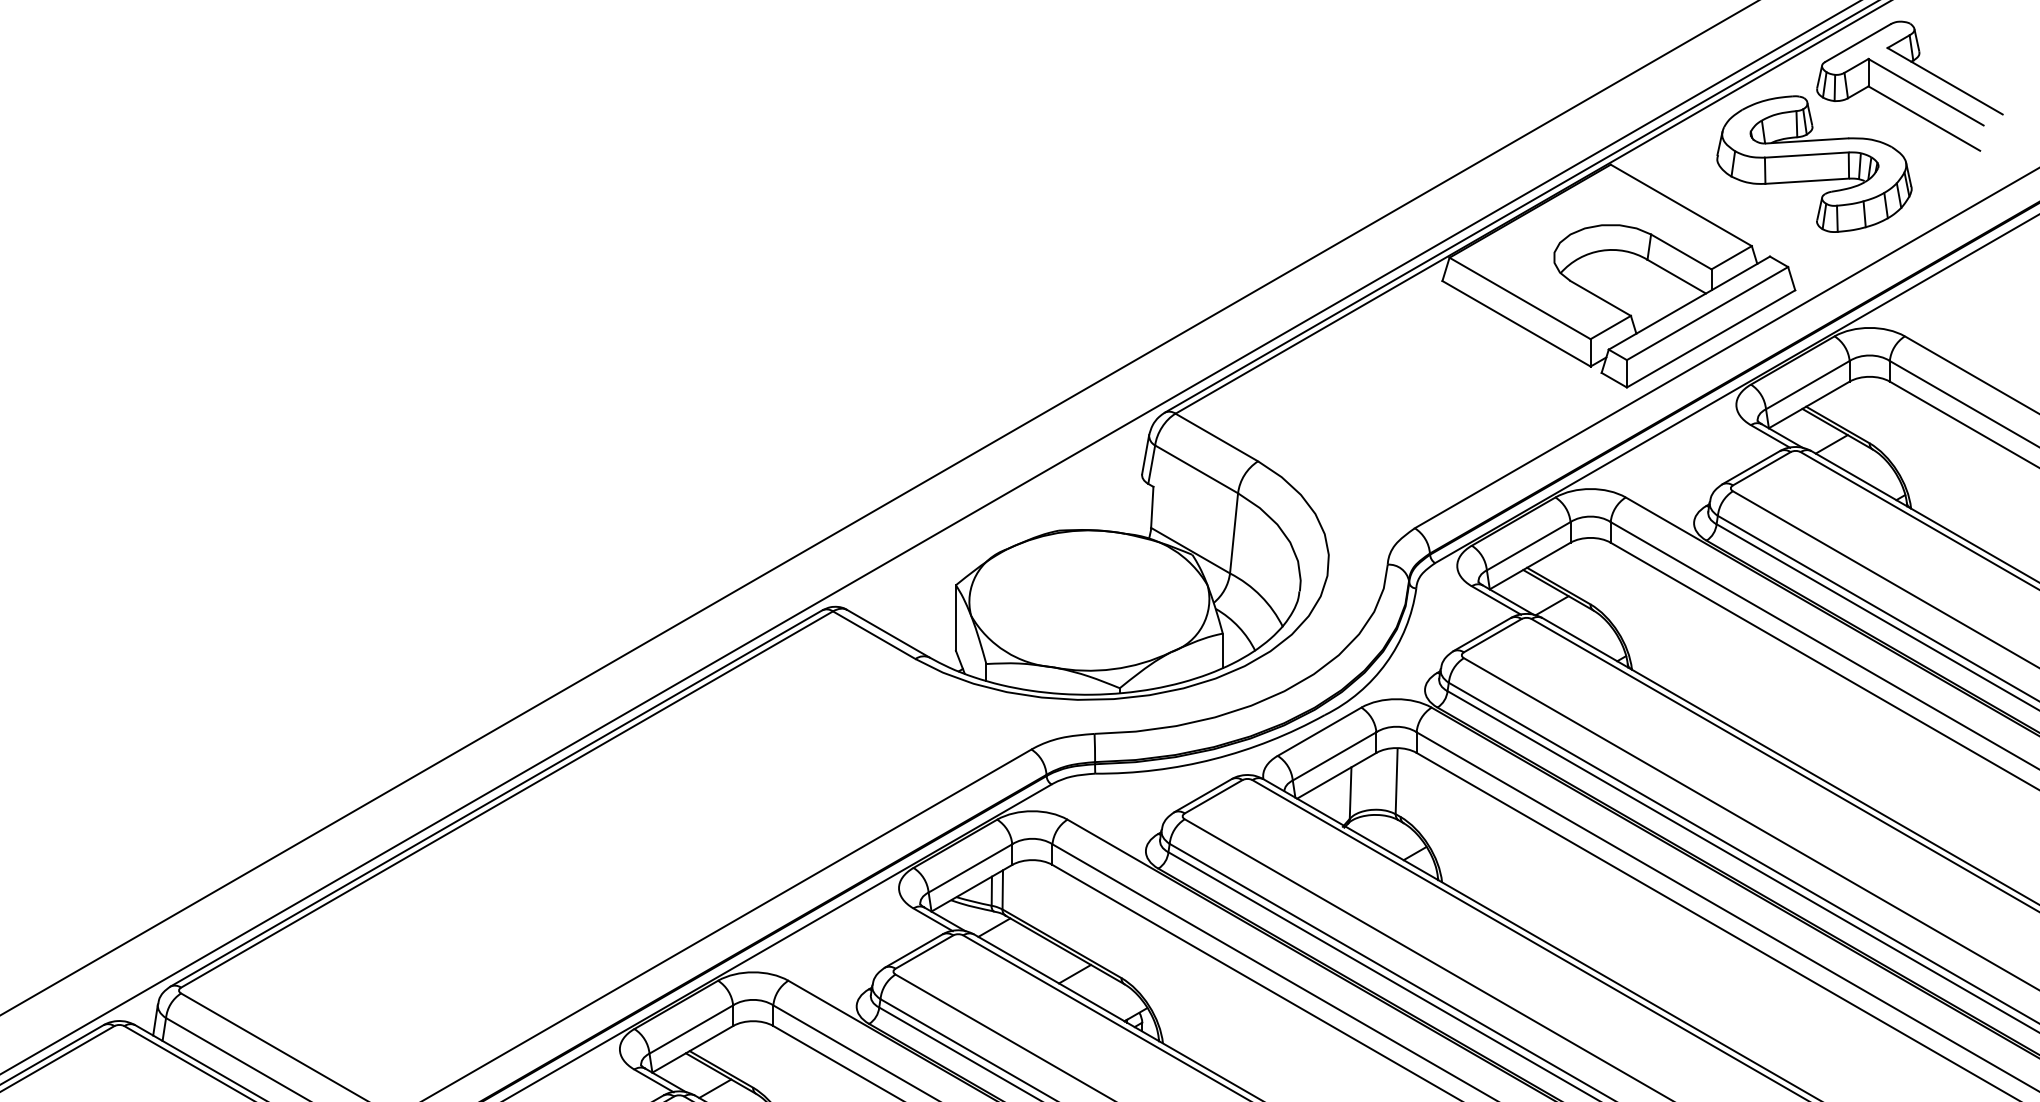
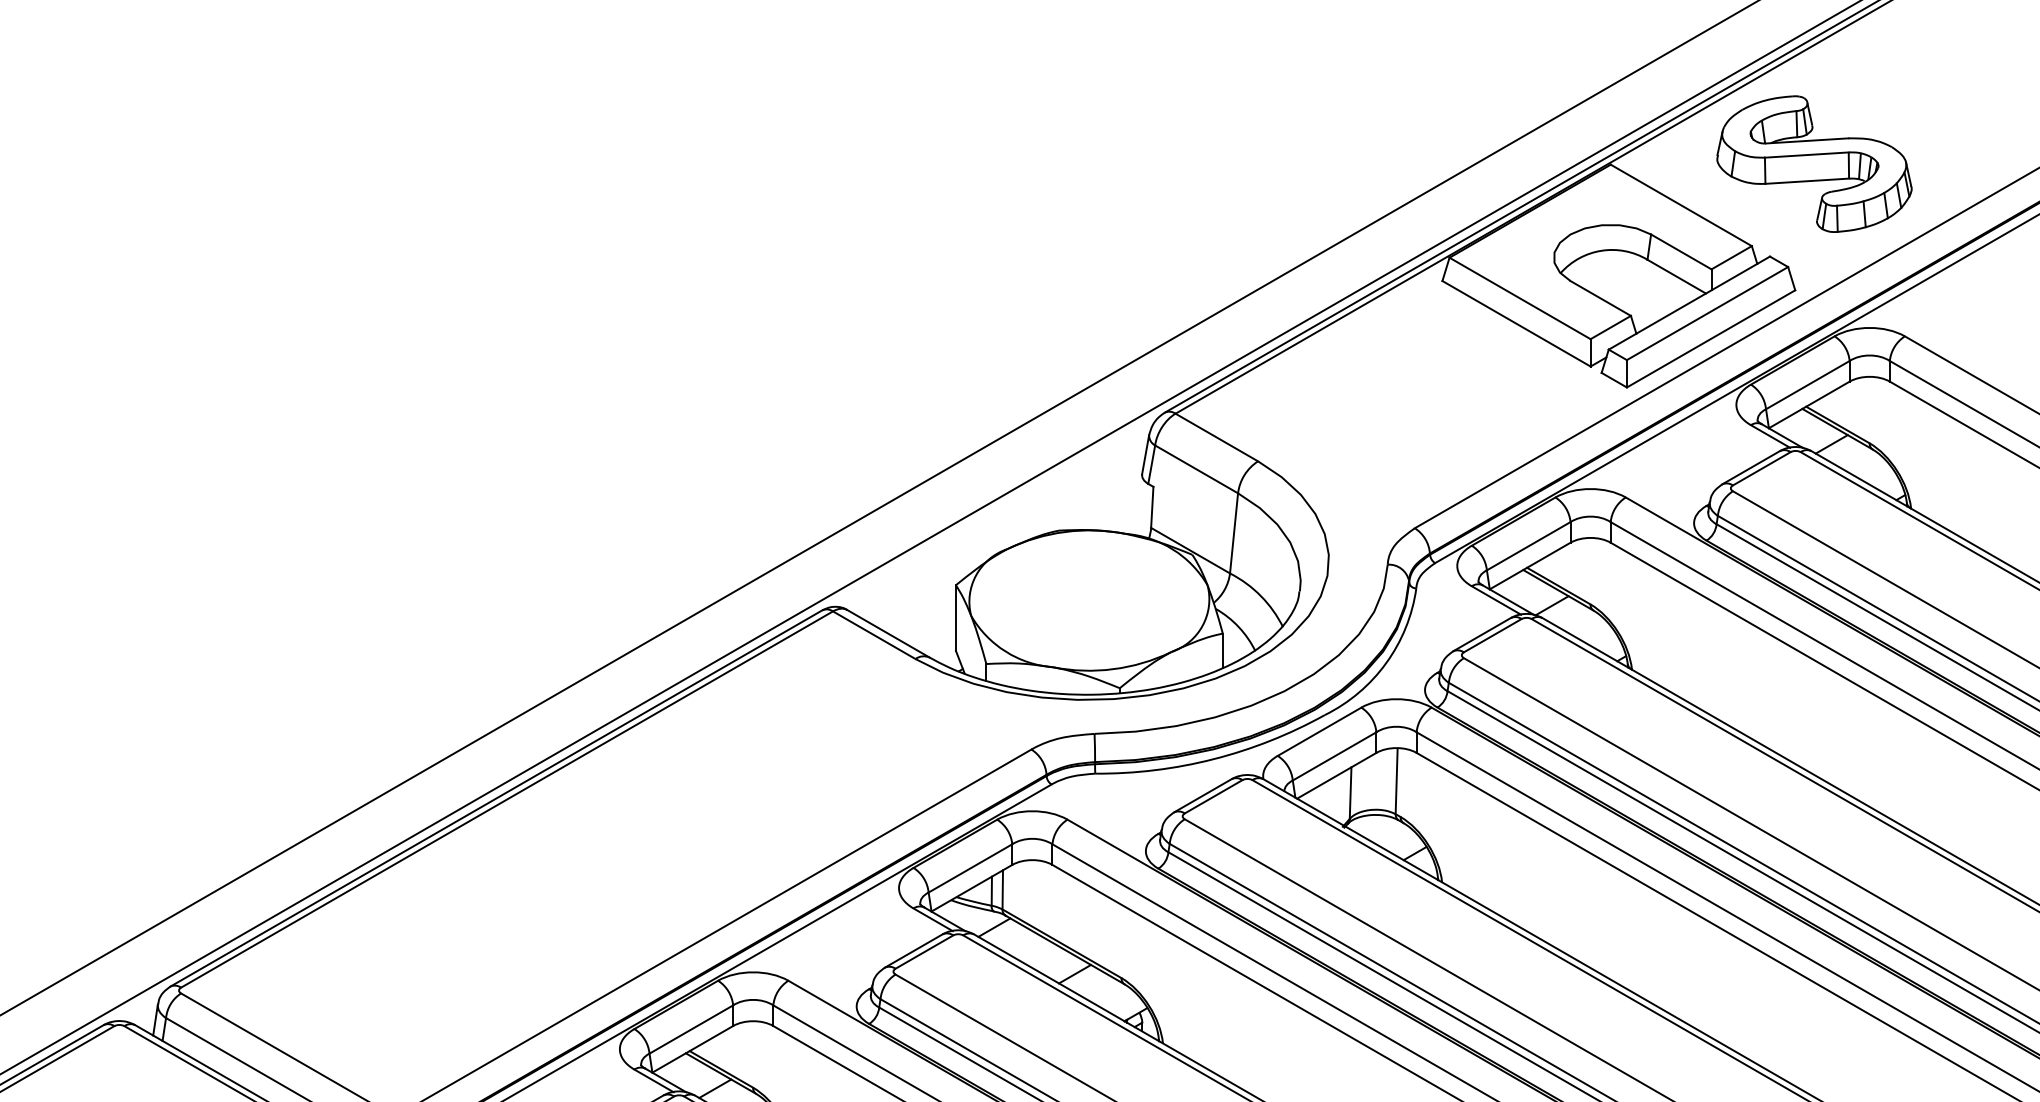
part at (1909, 85): present -> none
